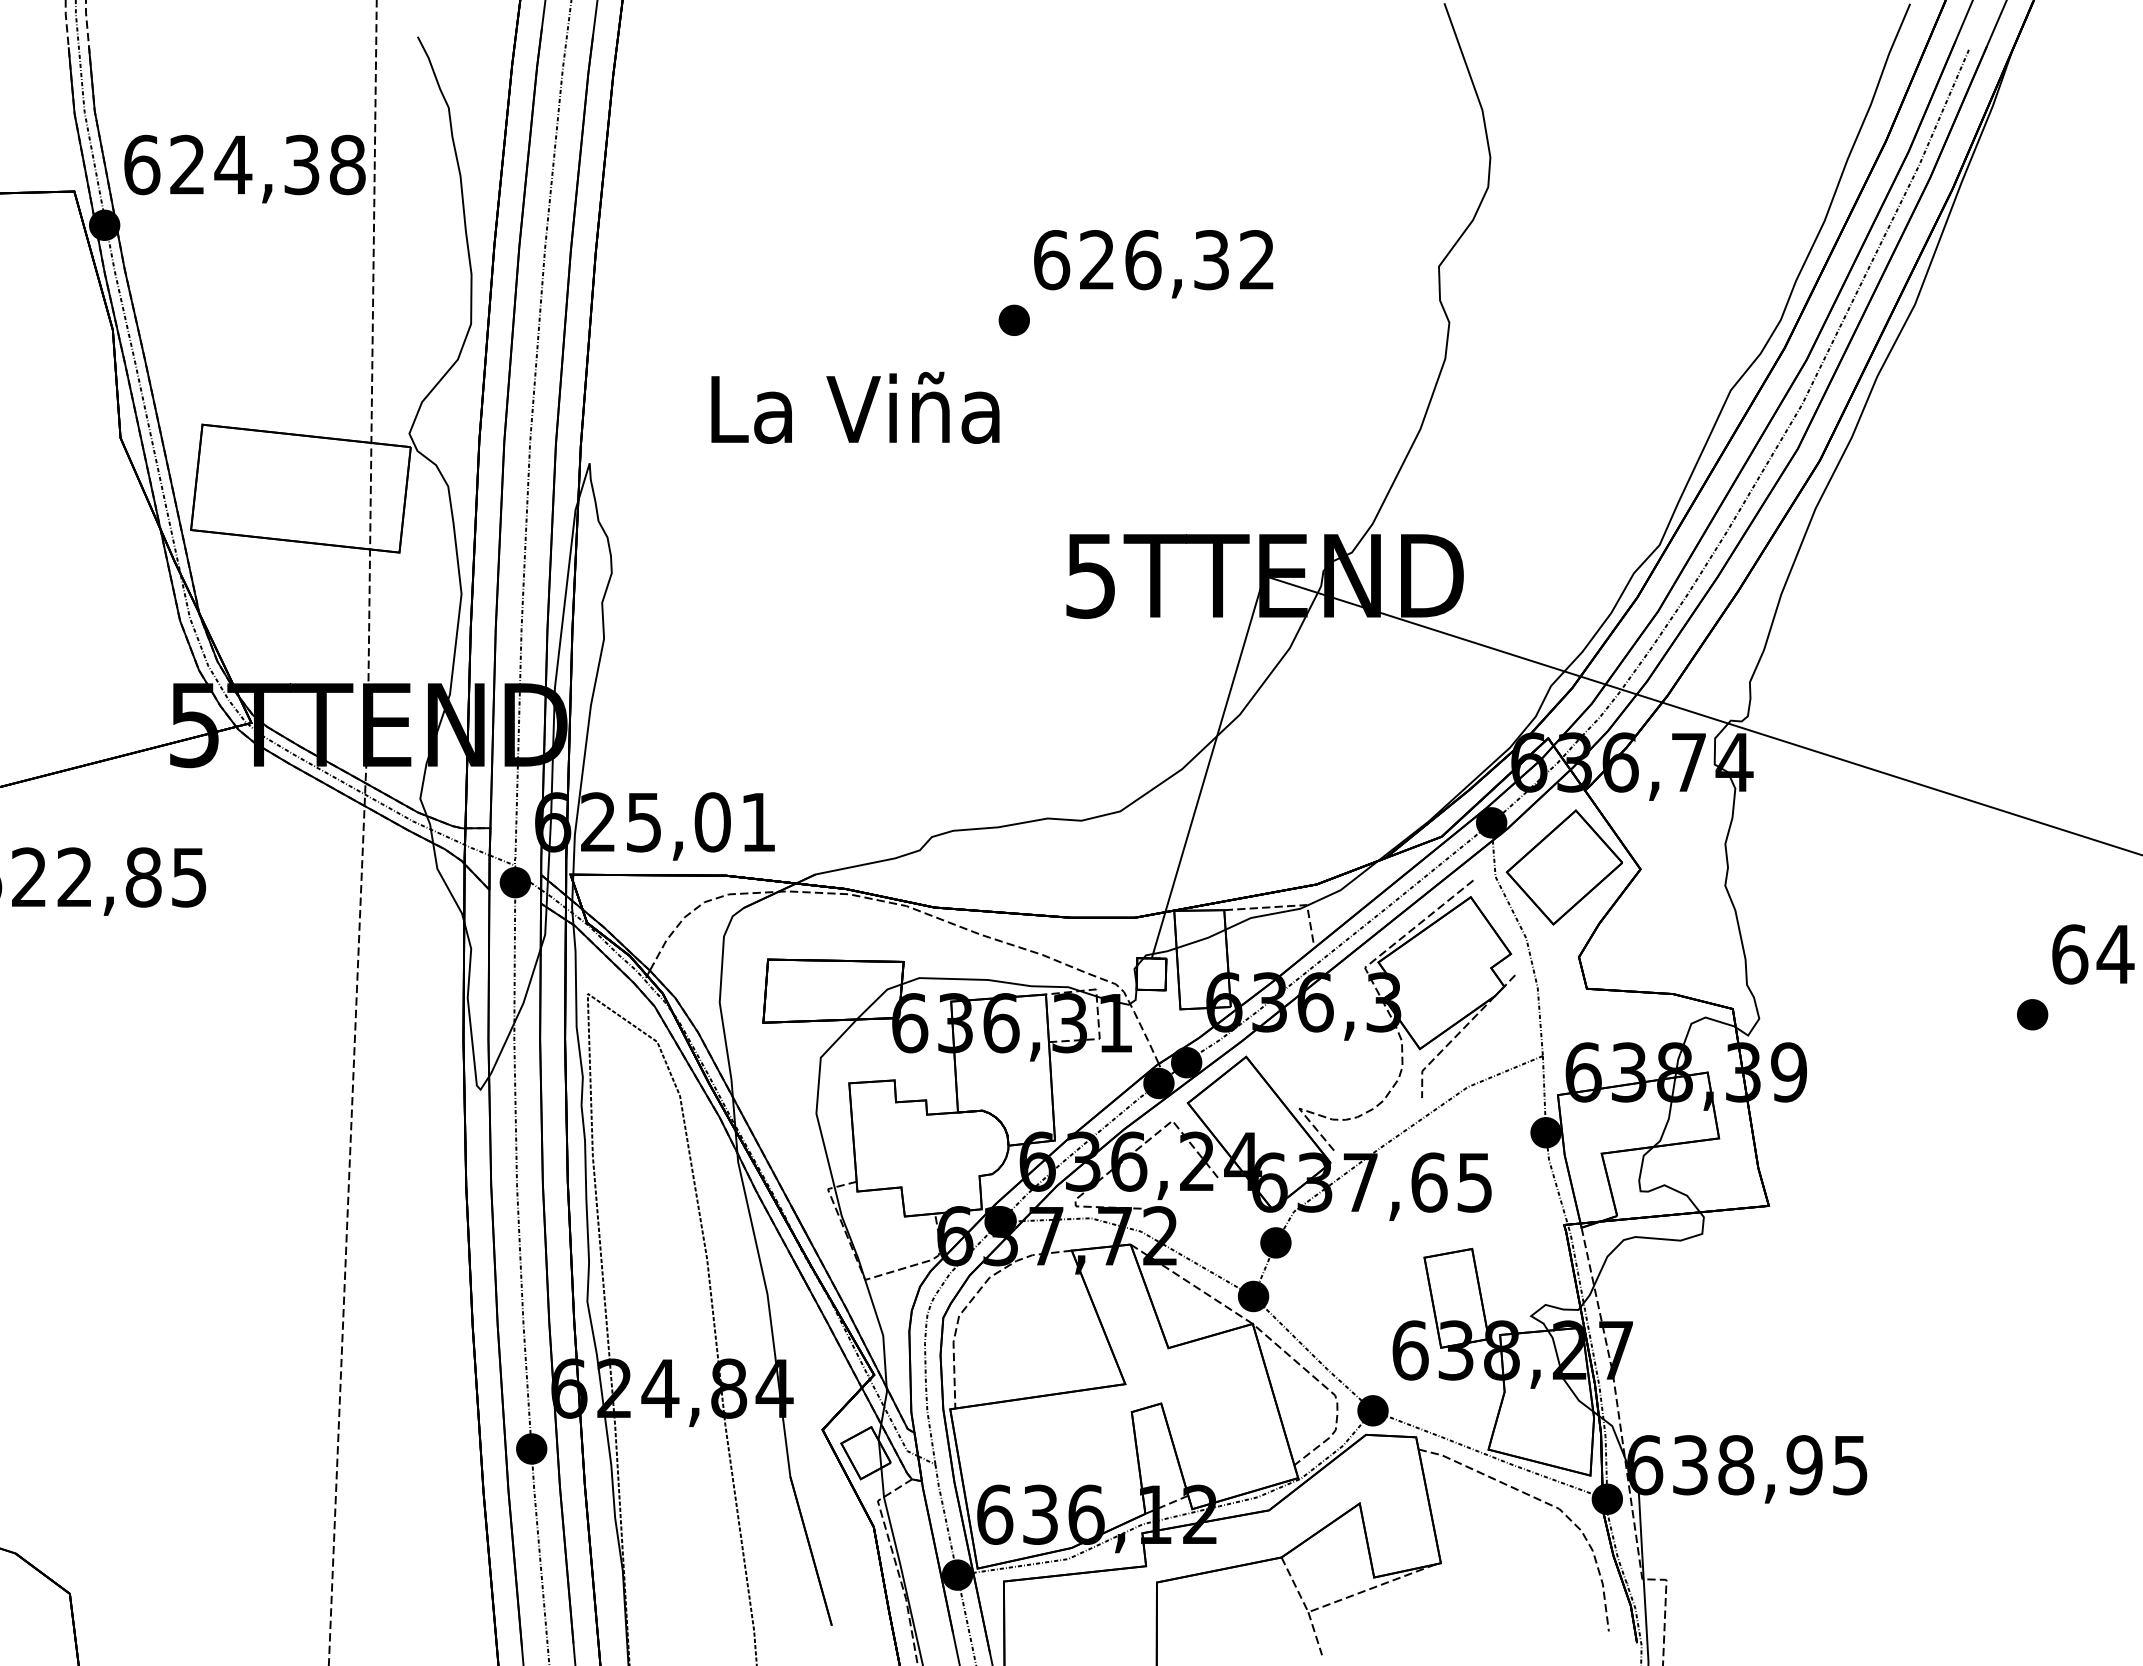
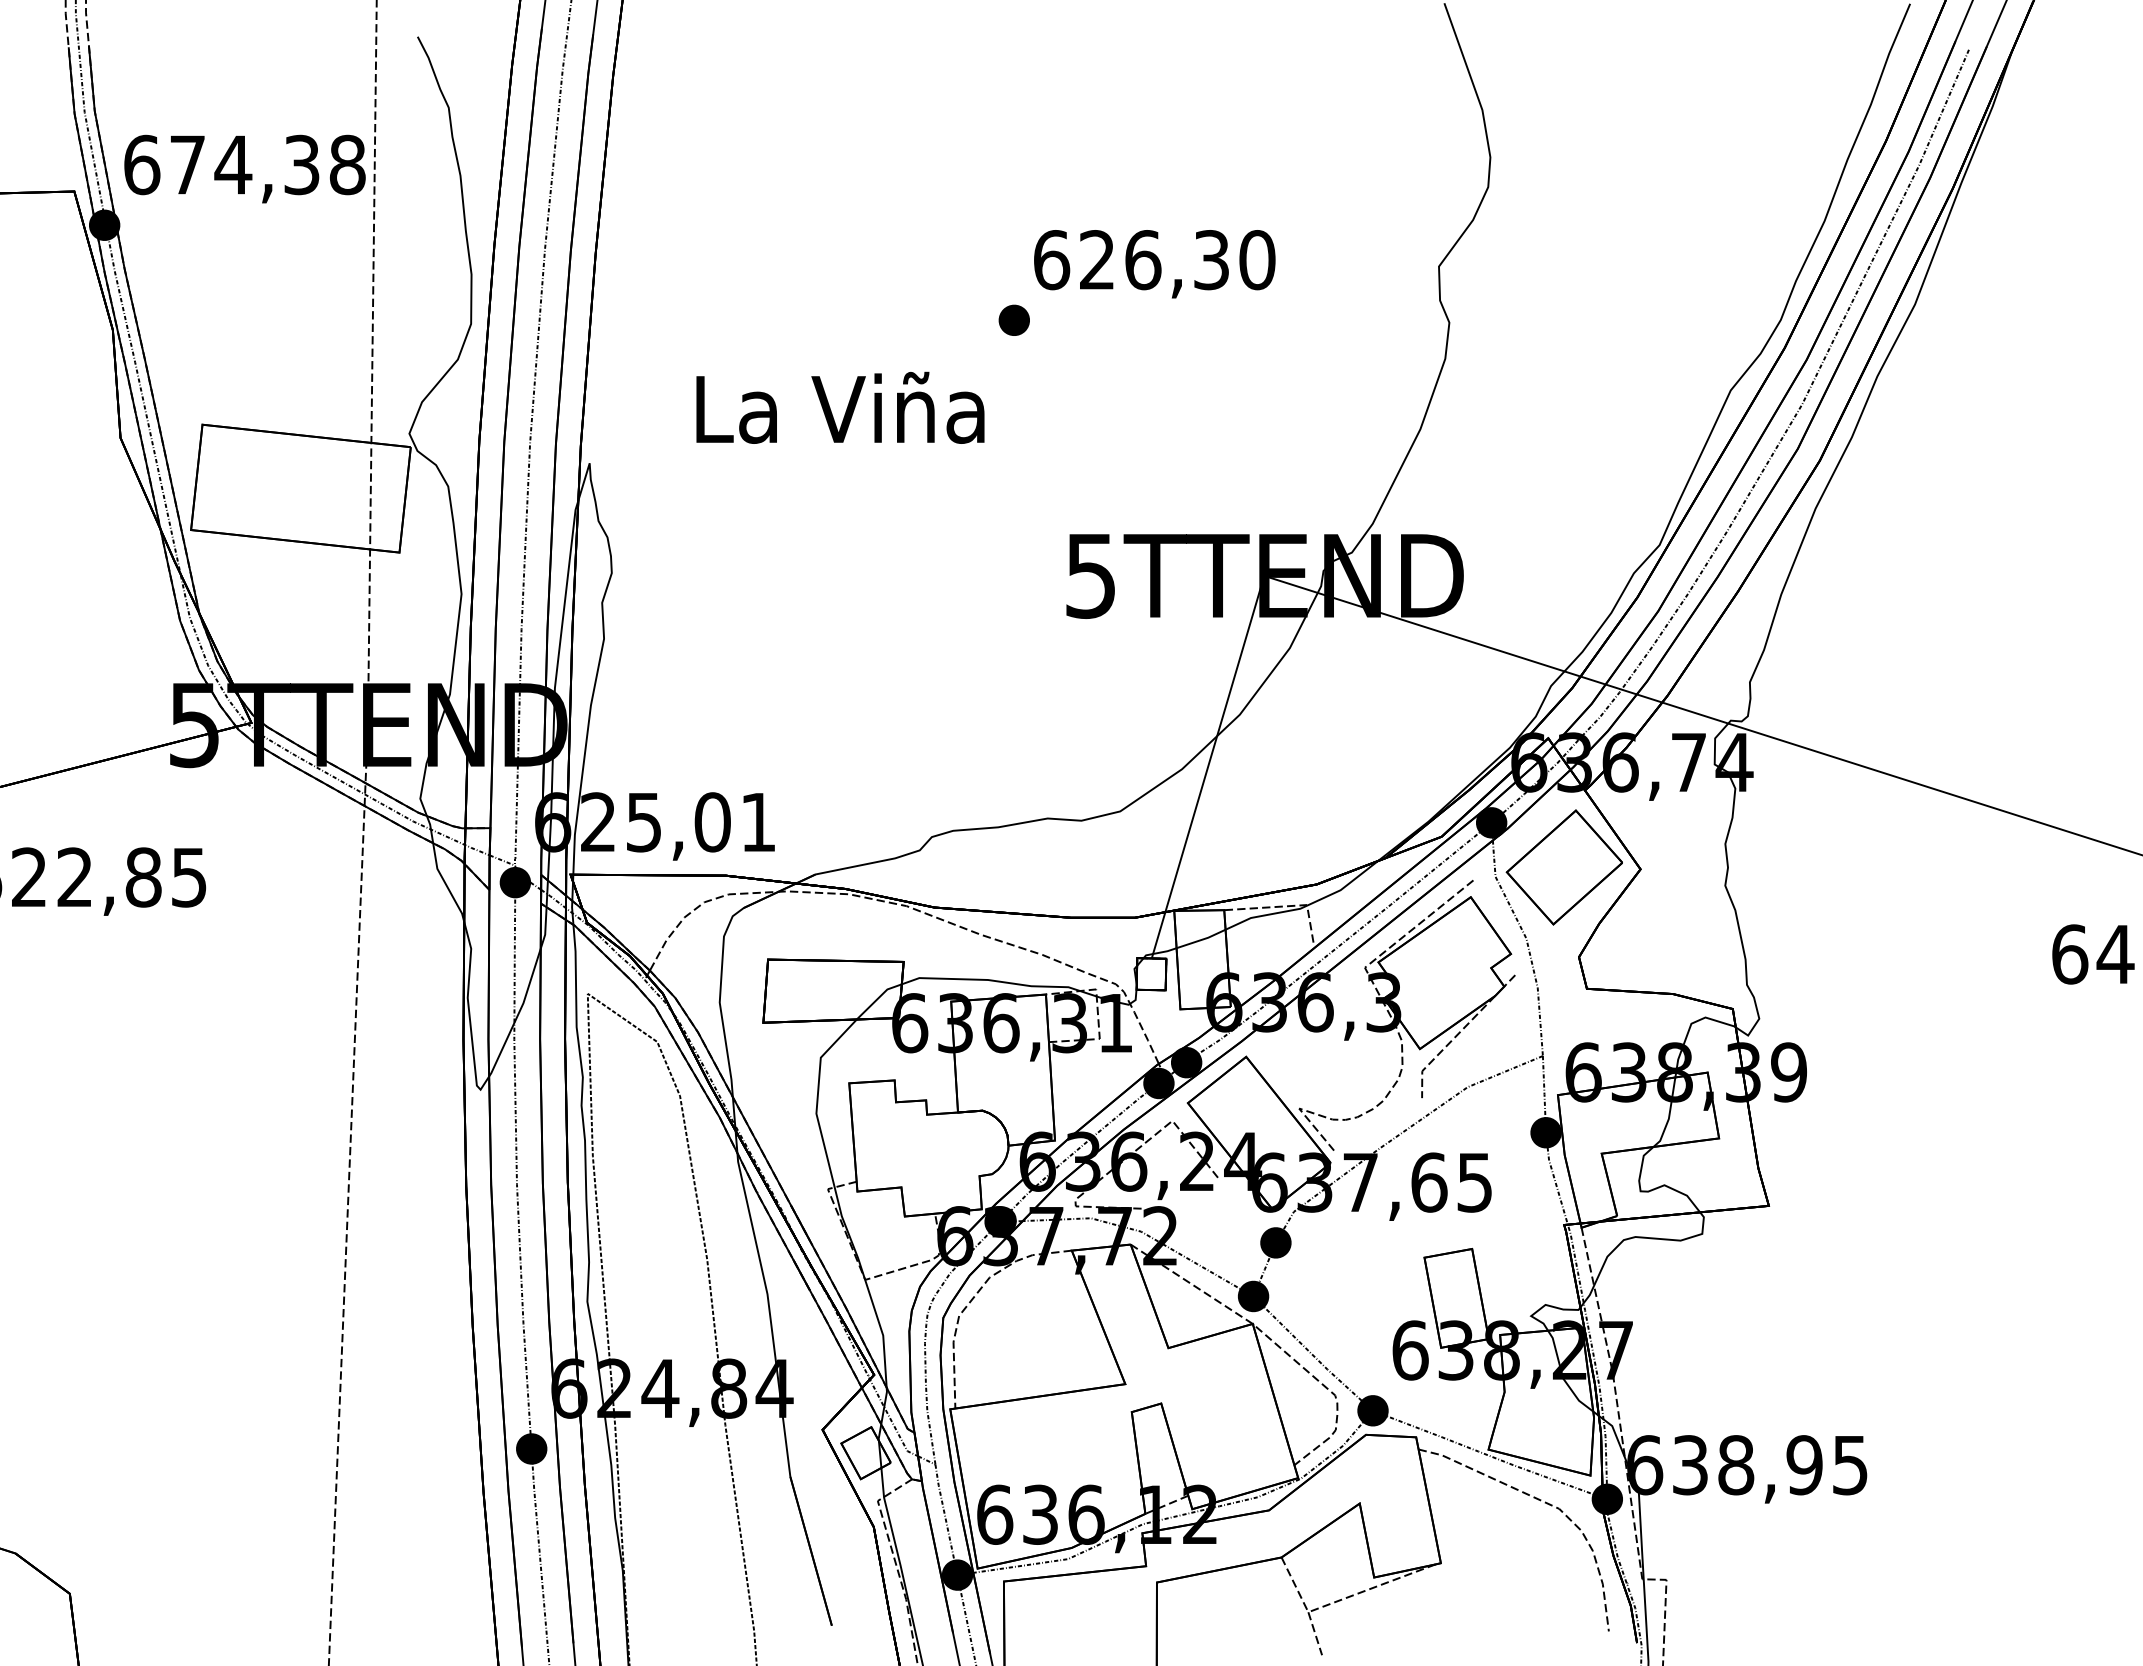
text at (187, 164): 624,38 -> 674,38
text at (1257, 260): 626,32 -> 626,30
text at (855, 407) position: (855, 407) -> (840, 407)
part at (2032, 1014): present -> none
